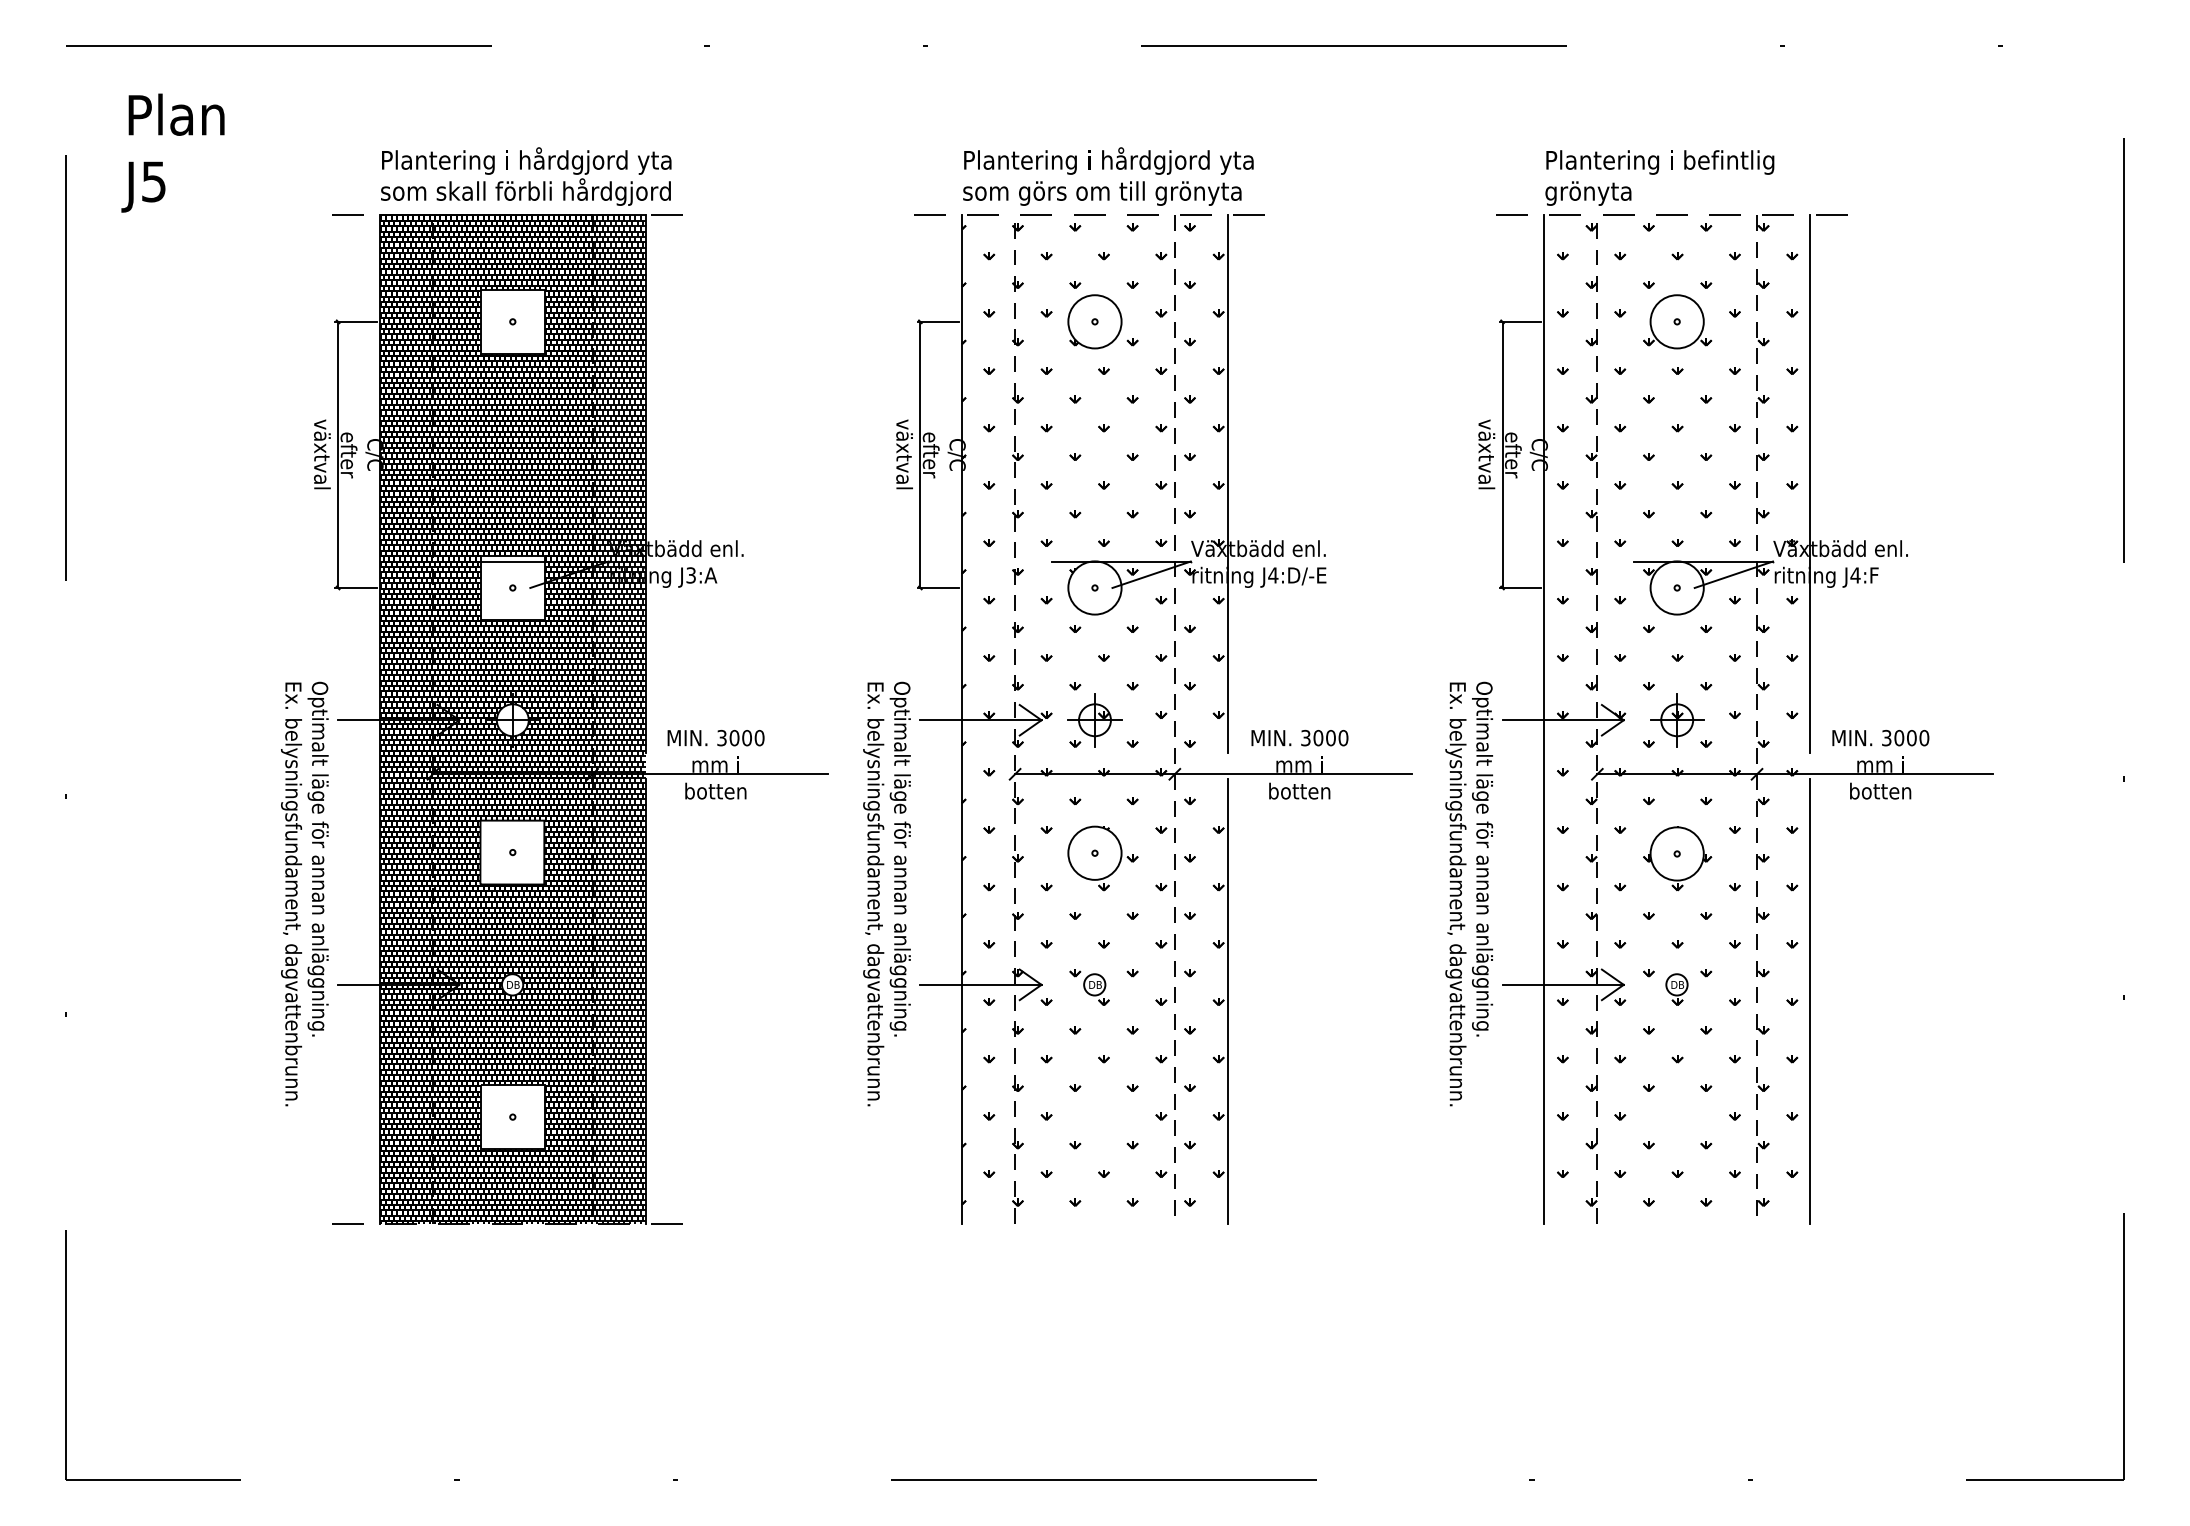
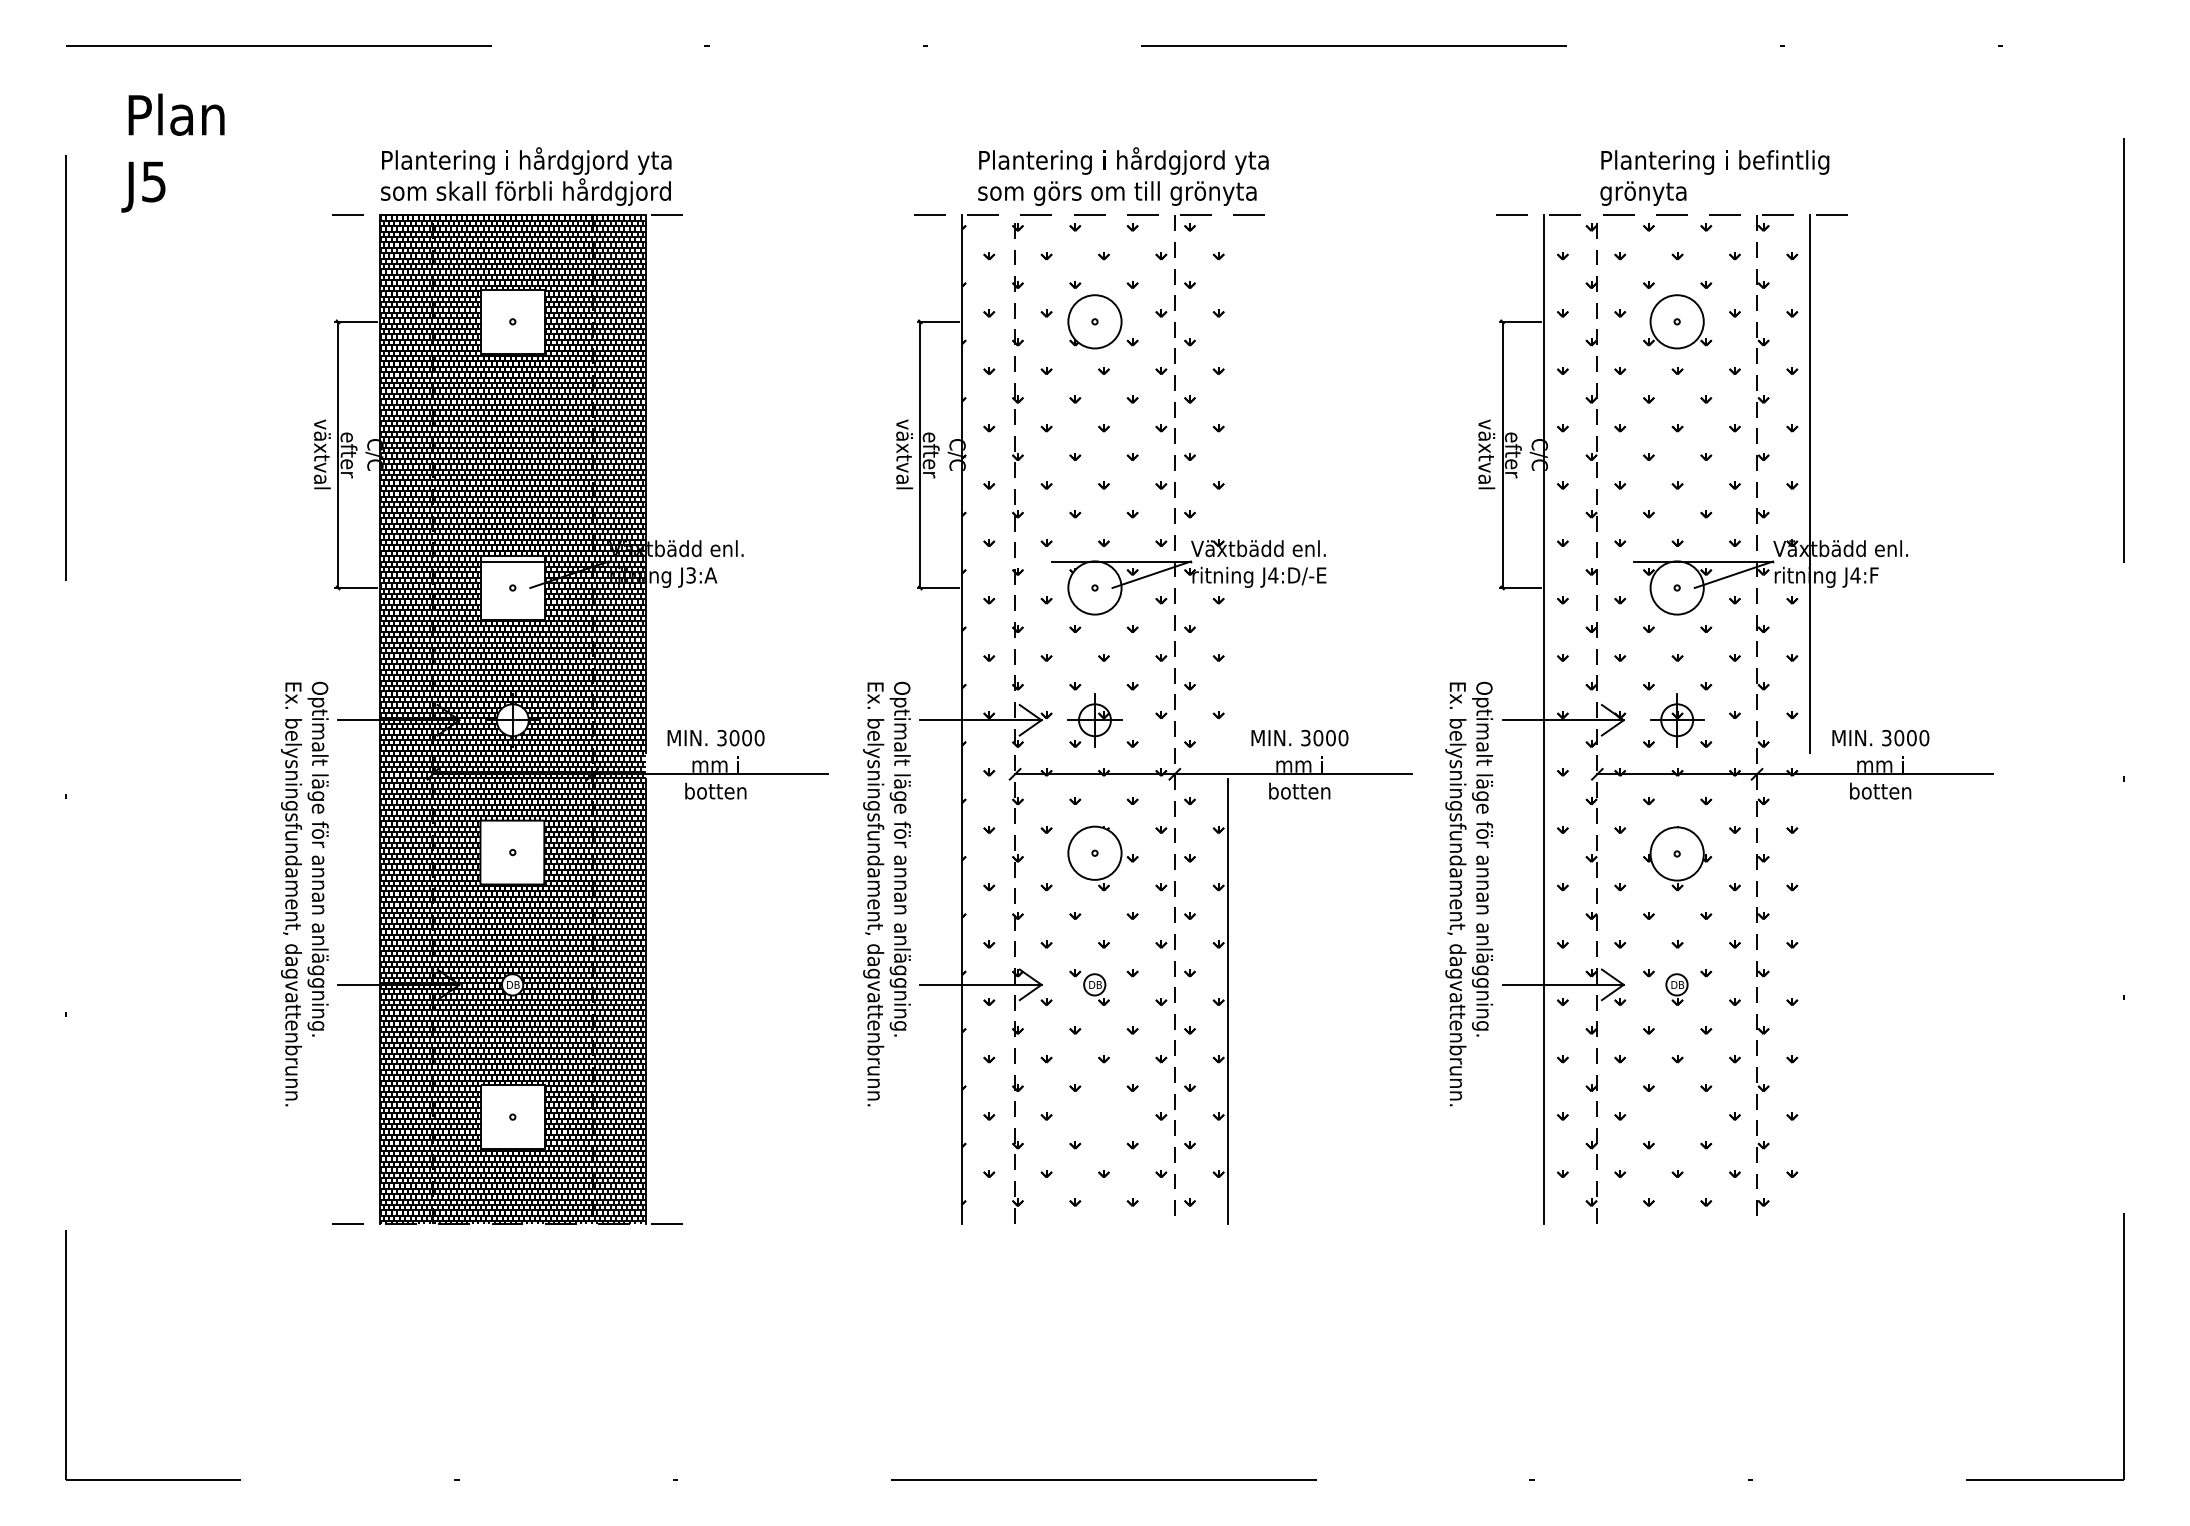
text at (1108, 176) position: (1108, 176) -> (1123, 176)
text at (1659, 177) position: (1659, 177) -> (1714, 177)
line at (1228, 484): present -> none
line at (1810, 1001): present -> none
